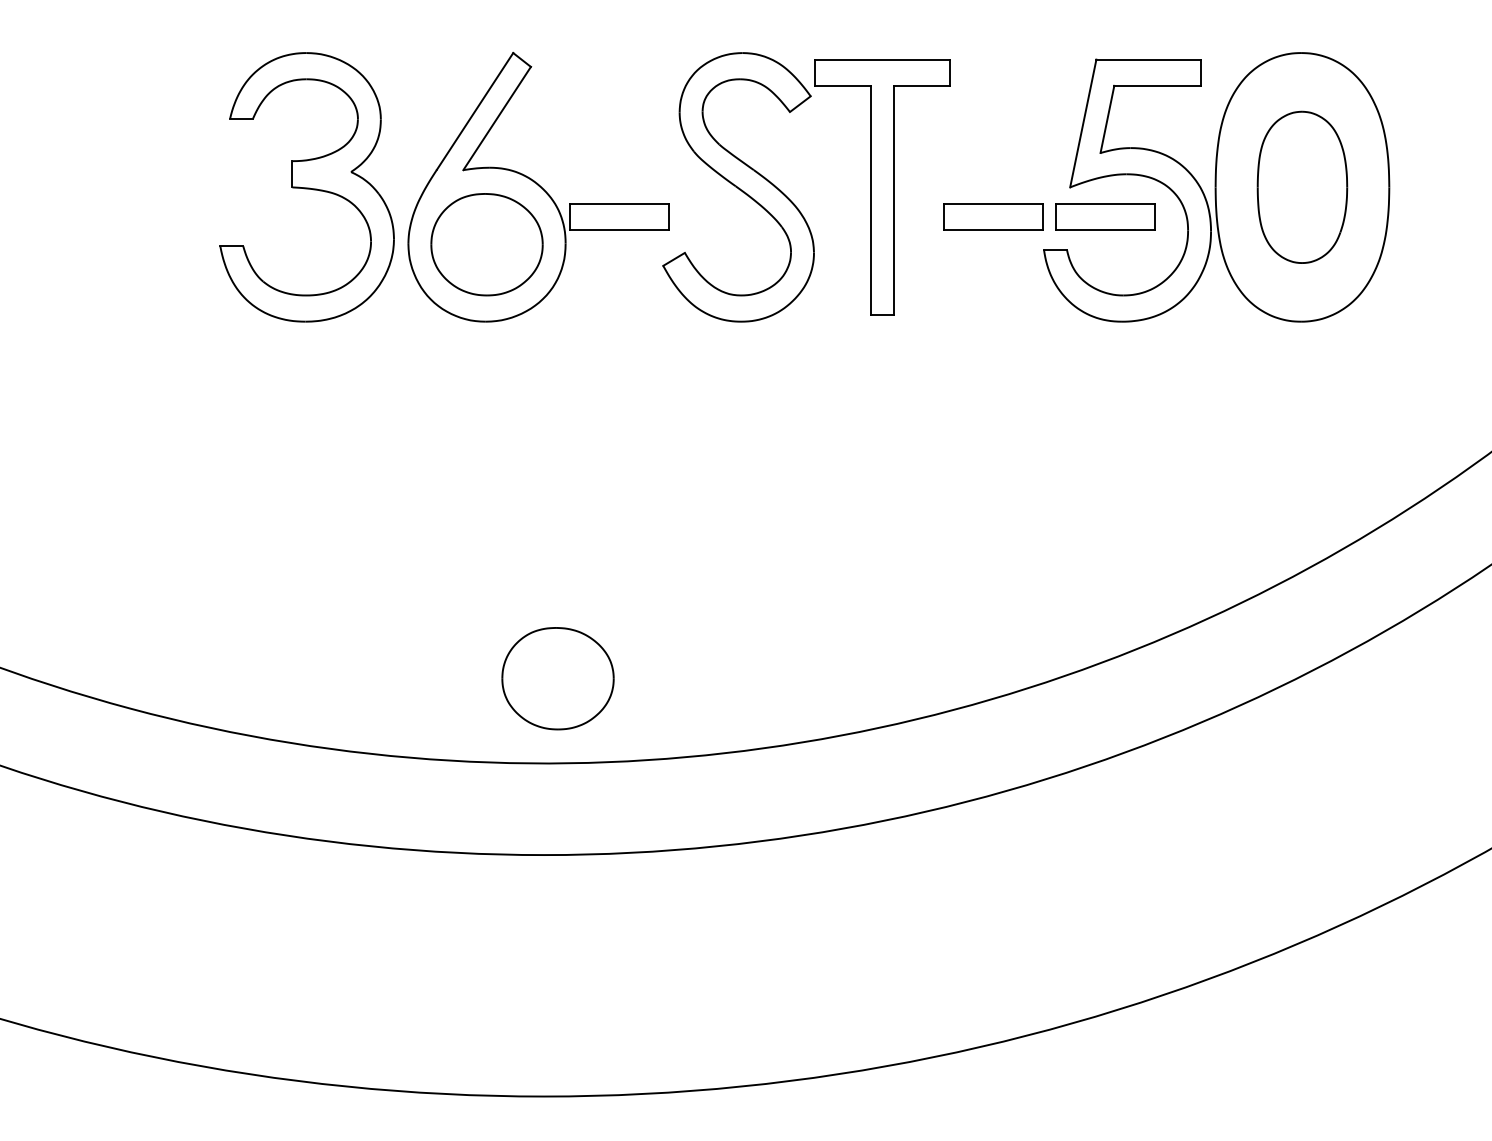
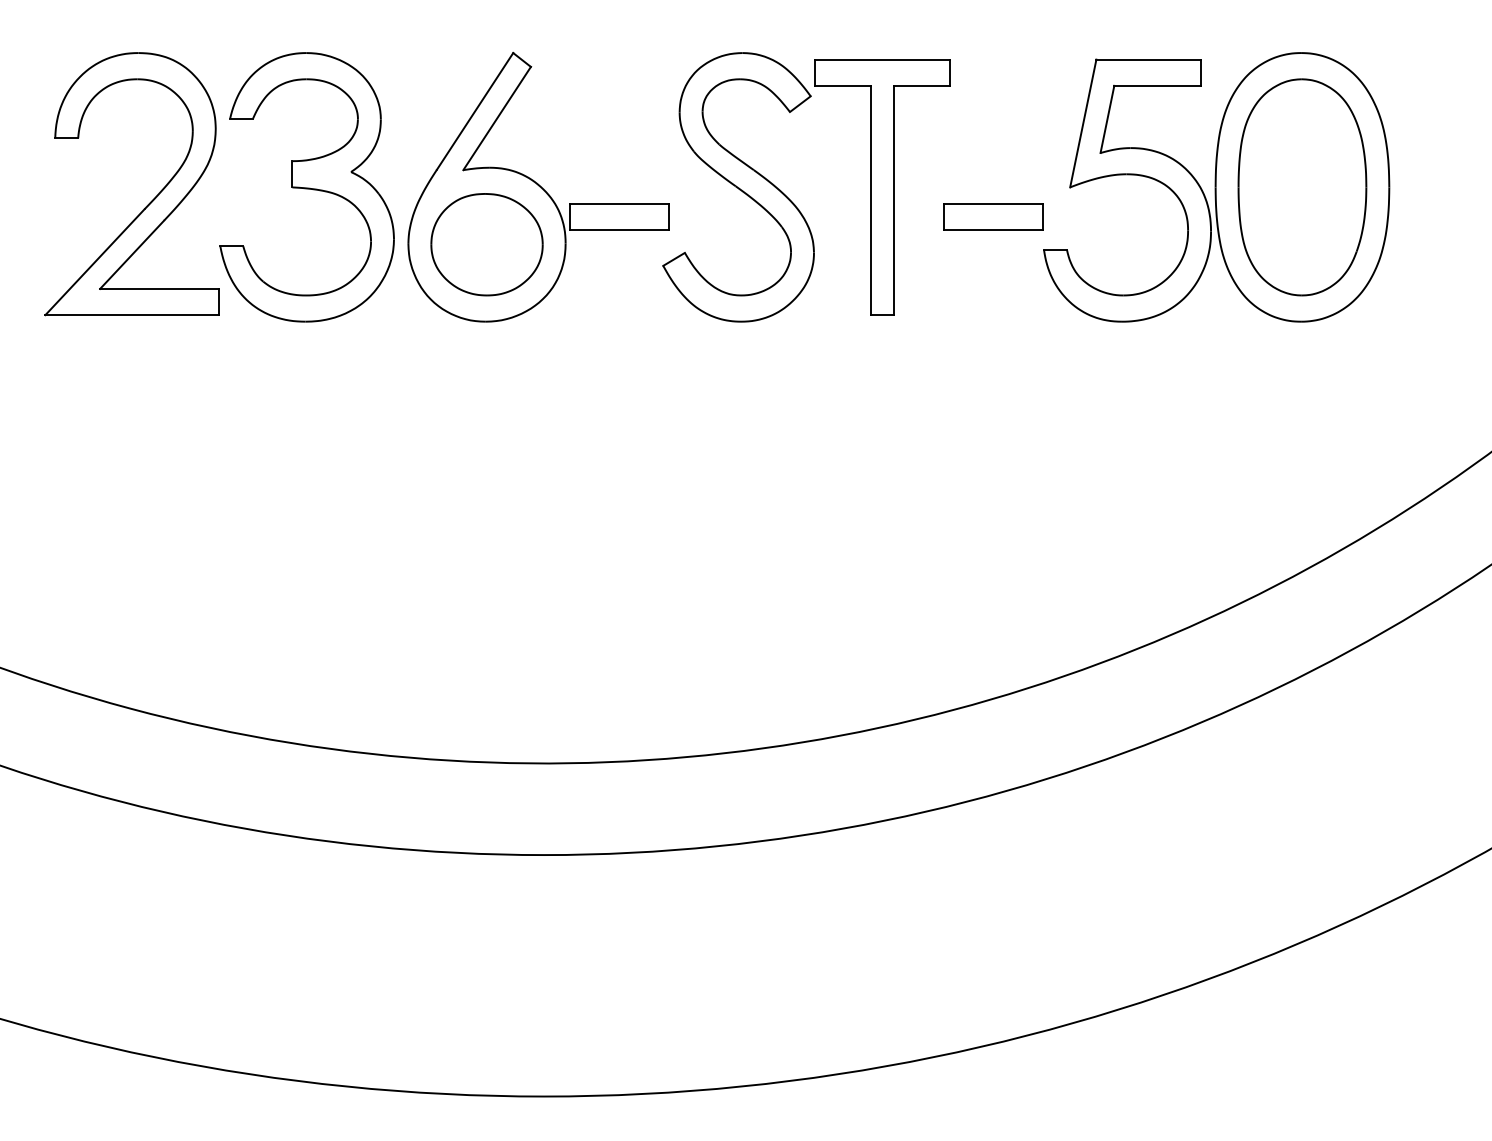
part at (1302, 186) size: 93x154 px -> 131x219 px
part at (149, 202): none -> present
part at (1105, 216): present -> none
part at (557, 678): present -> none
